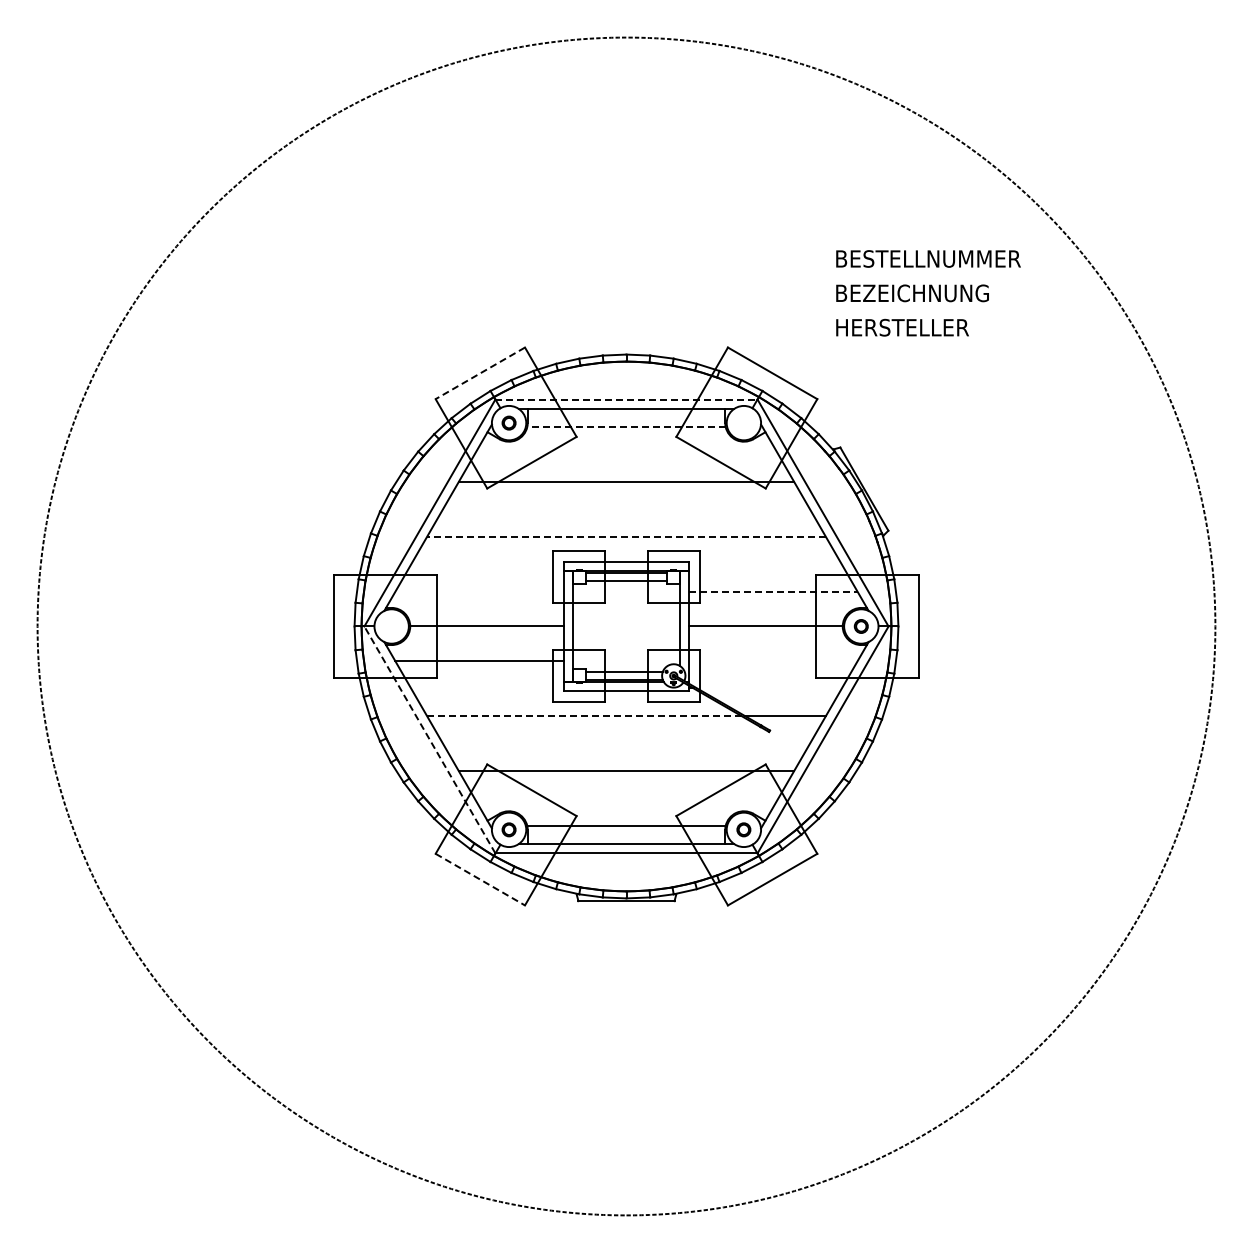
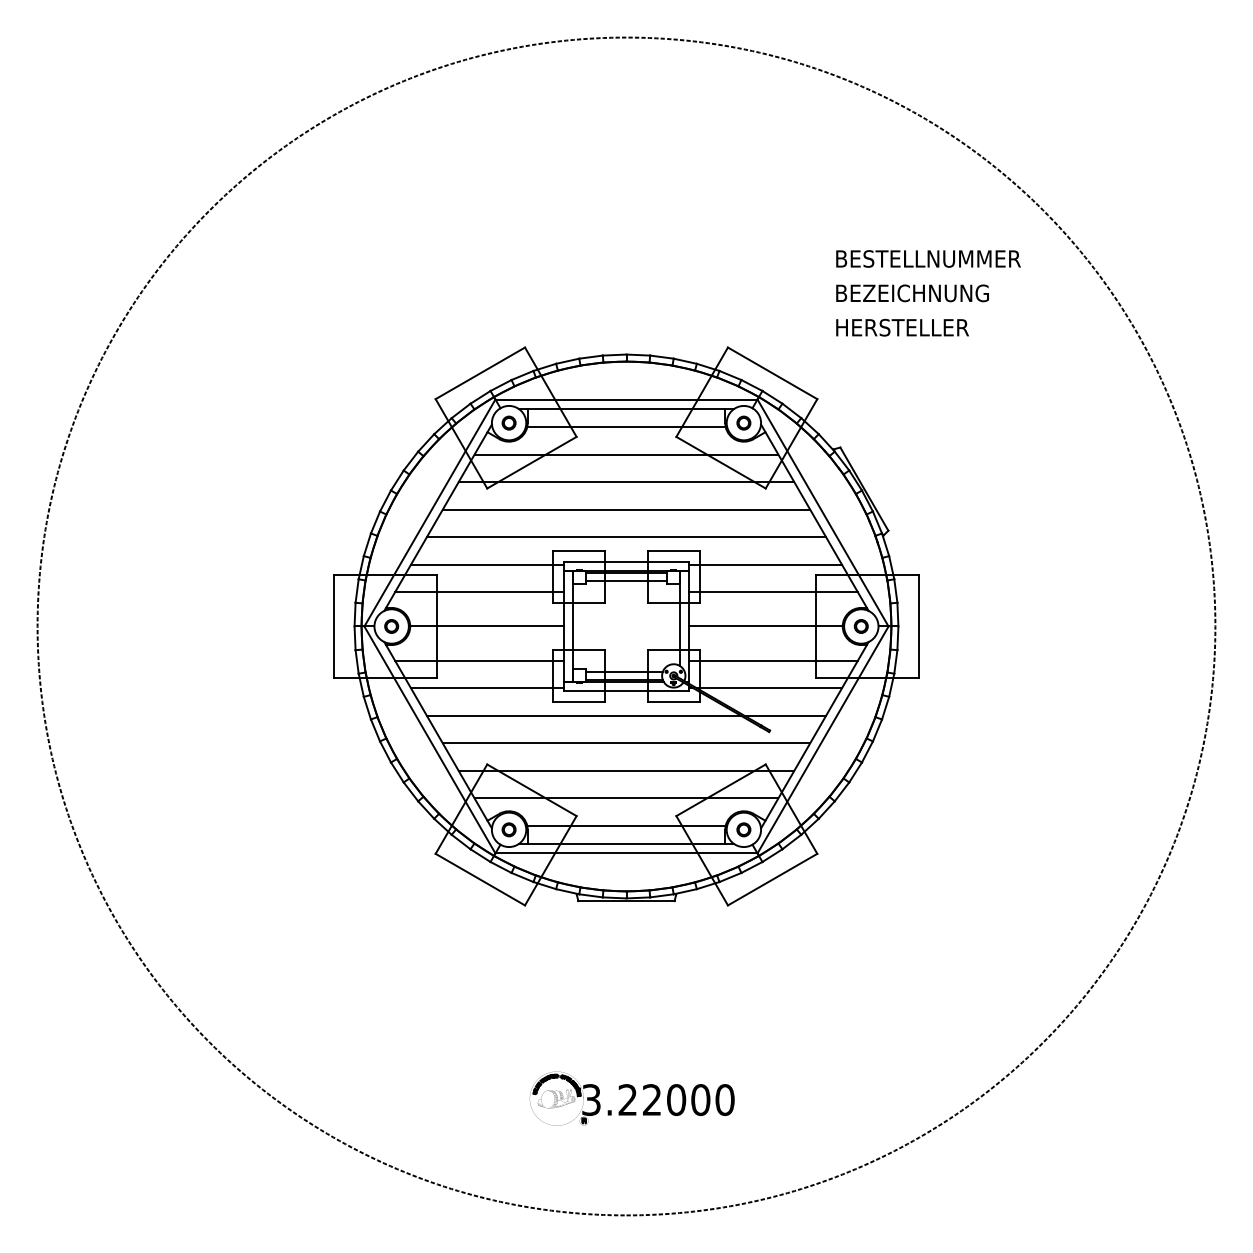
line at (480, 373): dashed -> solid
line at (626, 399): dashed -> solid
circle at (743, 422): none -> present
line at (626, 427): dashed -> solid
line at (626, 454): none -> present
line at (626, 509): none -> present
line at (626, 537): dashed -> solid
line at (487, 564): none -> present
line at (765, 564): none -> present
line at (479, 592): none -> present
line at (774, 592): dashed -> solid
part at (391, 626): none -> present
line at (773, 660): none -> present
line at (487, 688): none -> present
line at (769, 688): none -> present
line at (584, 715): dashed -> solid
line at (429, 739): dashed -> solid
line at (626, 743): none -> present
line at (626, 798): none -> present
line at (480, 879): dashed -> solid
part at (631, 1098): none -> present
